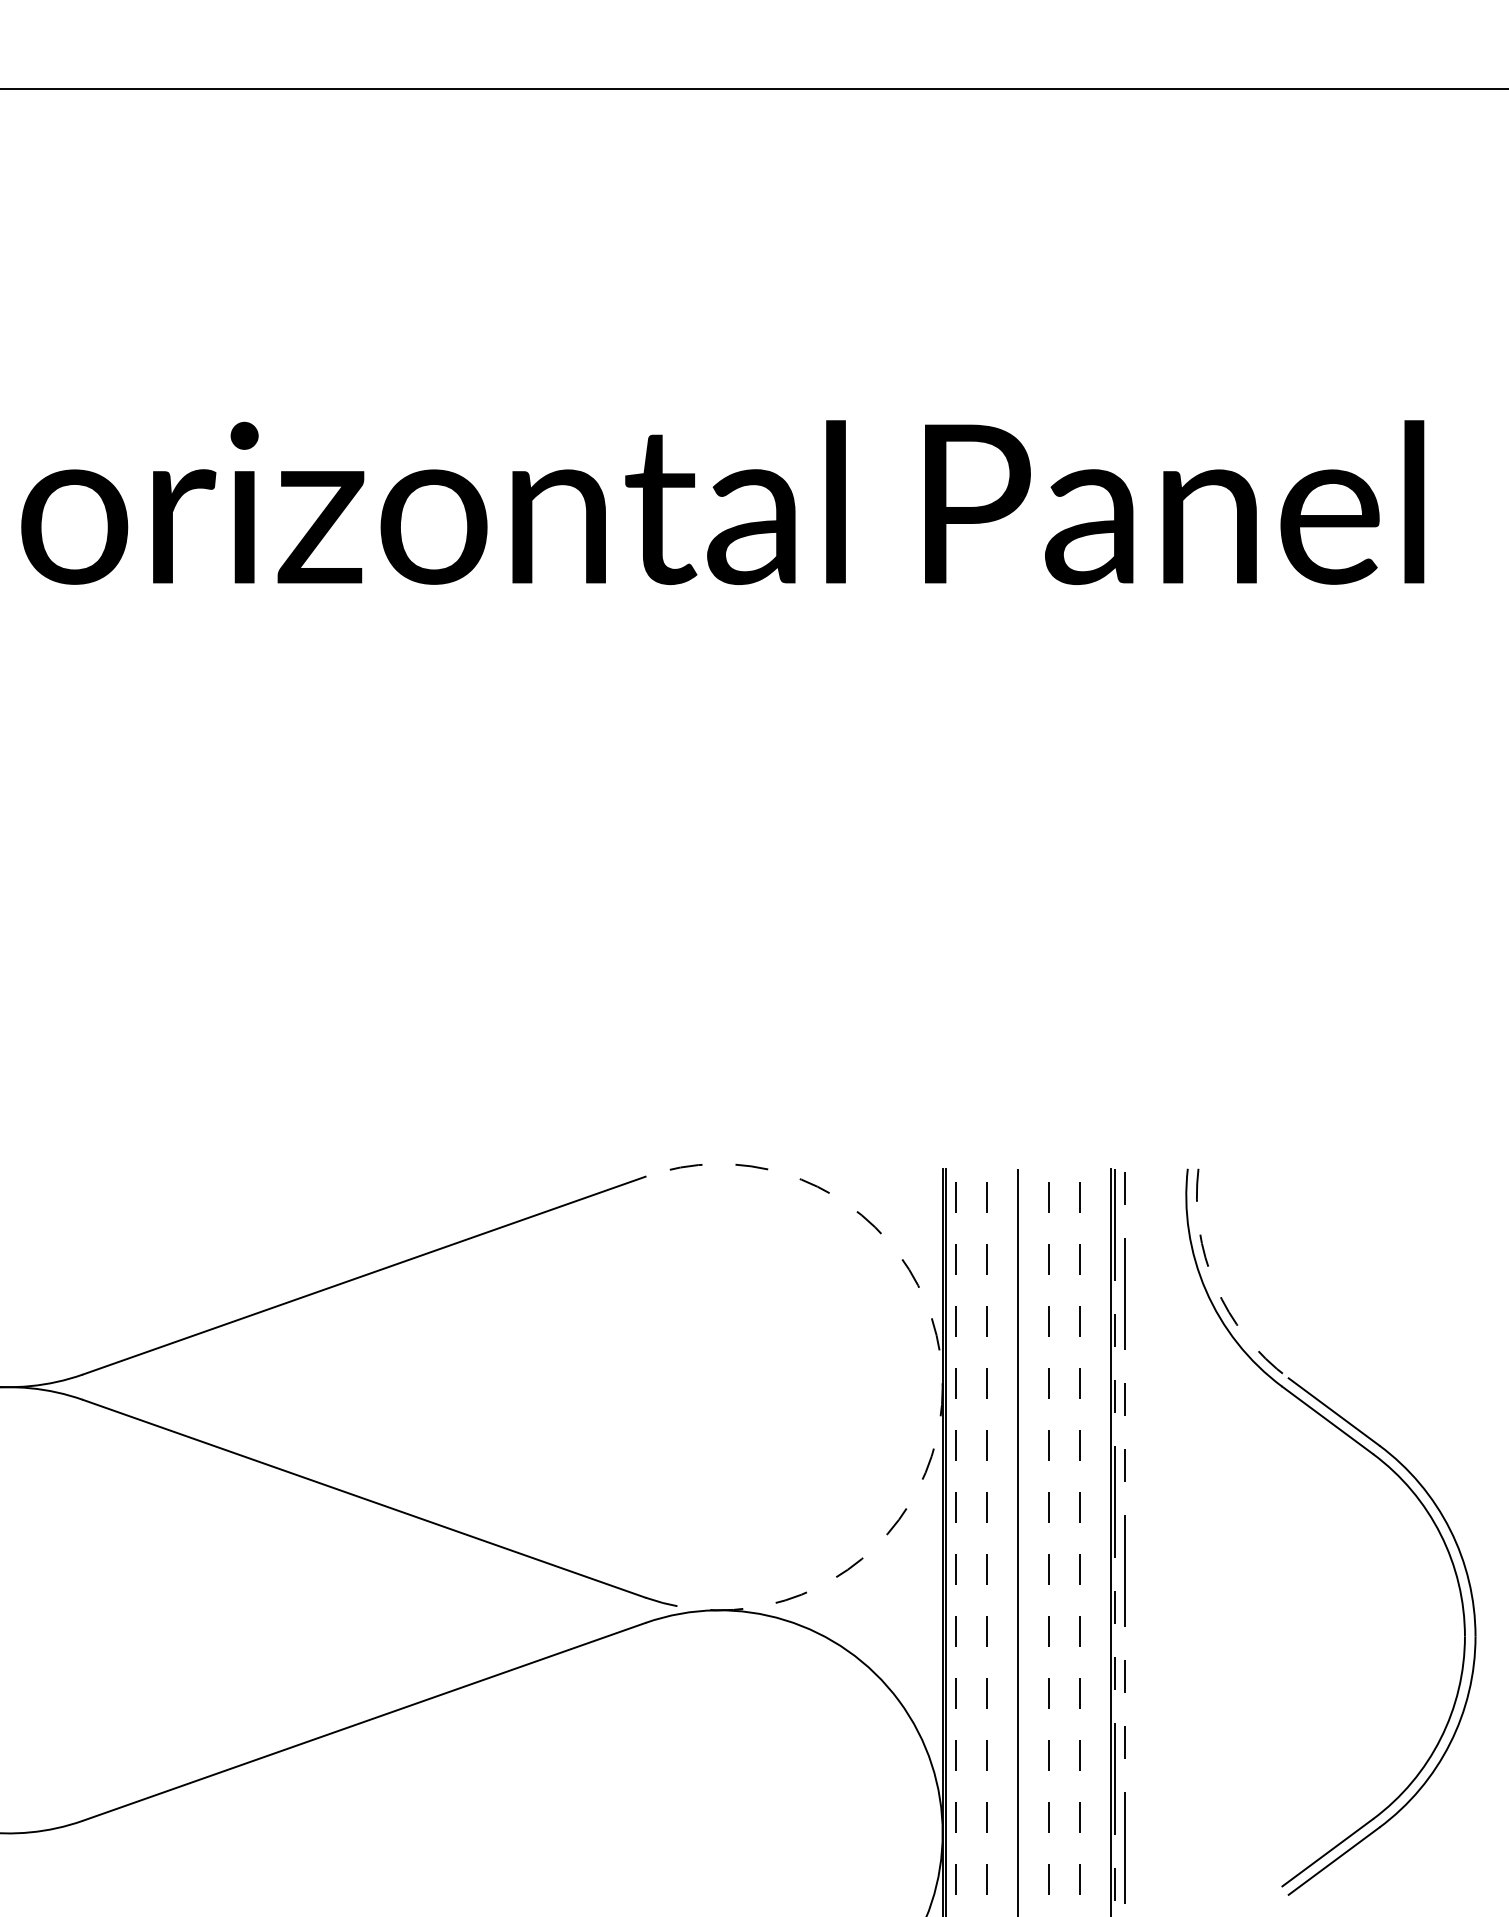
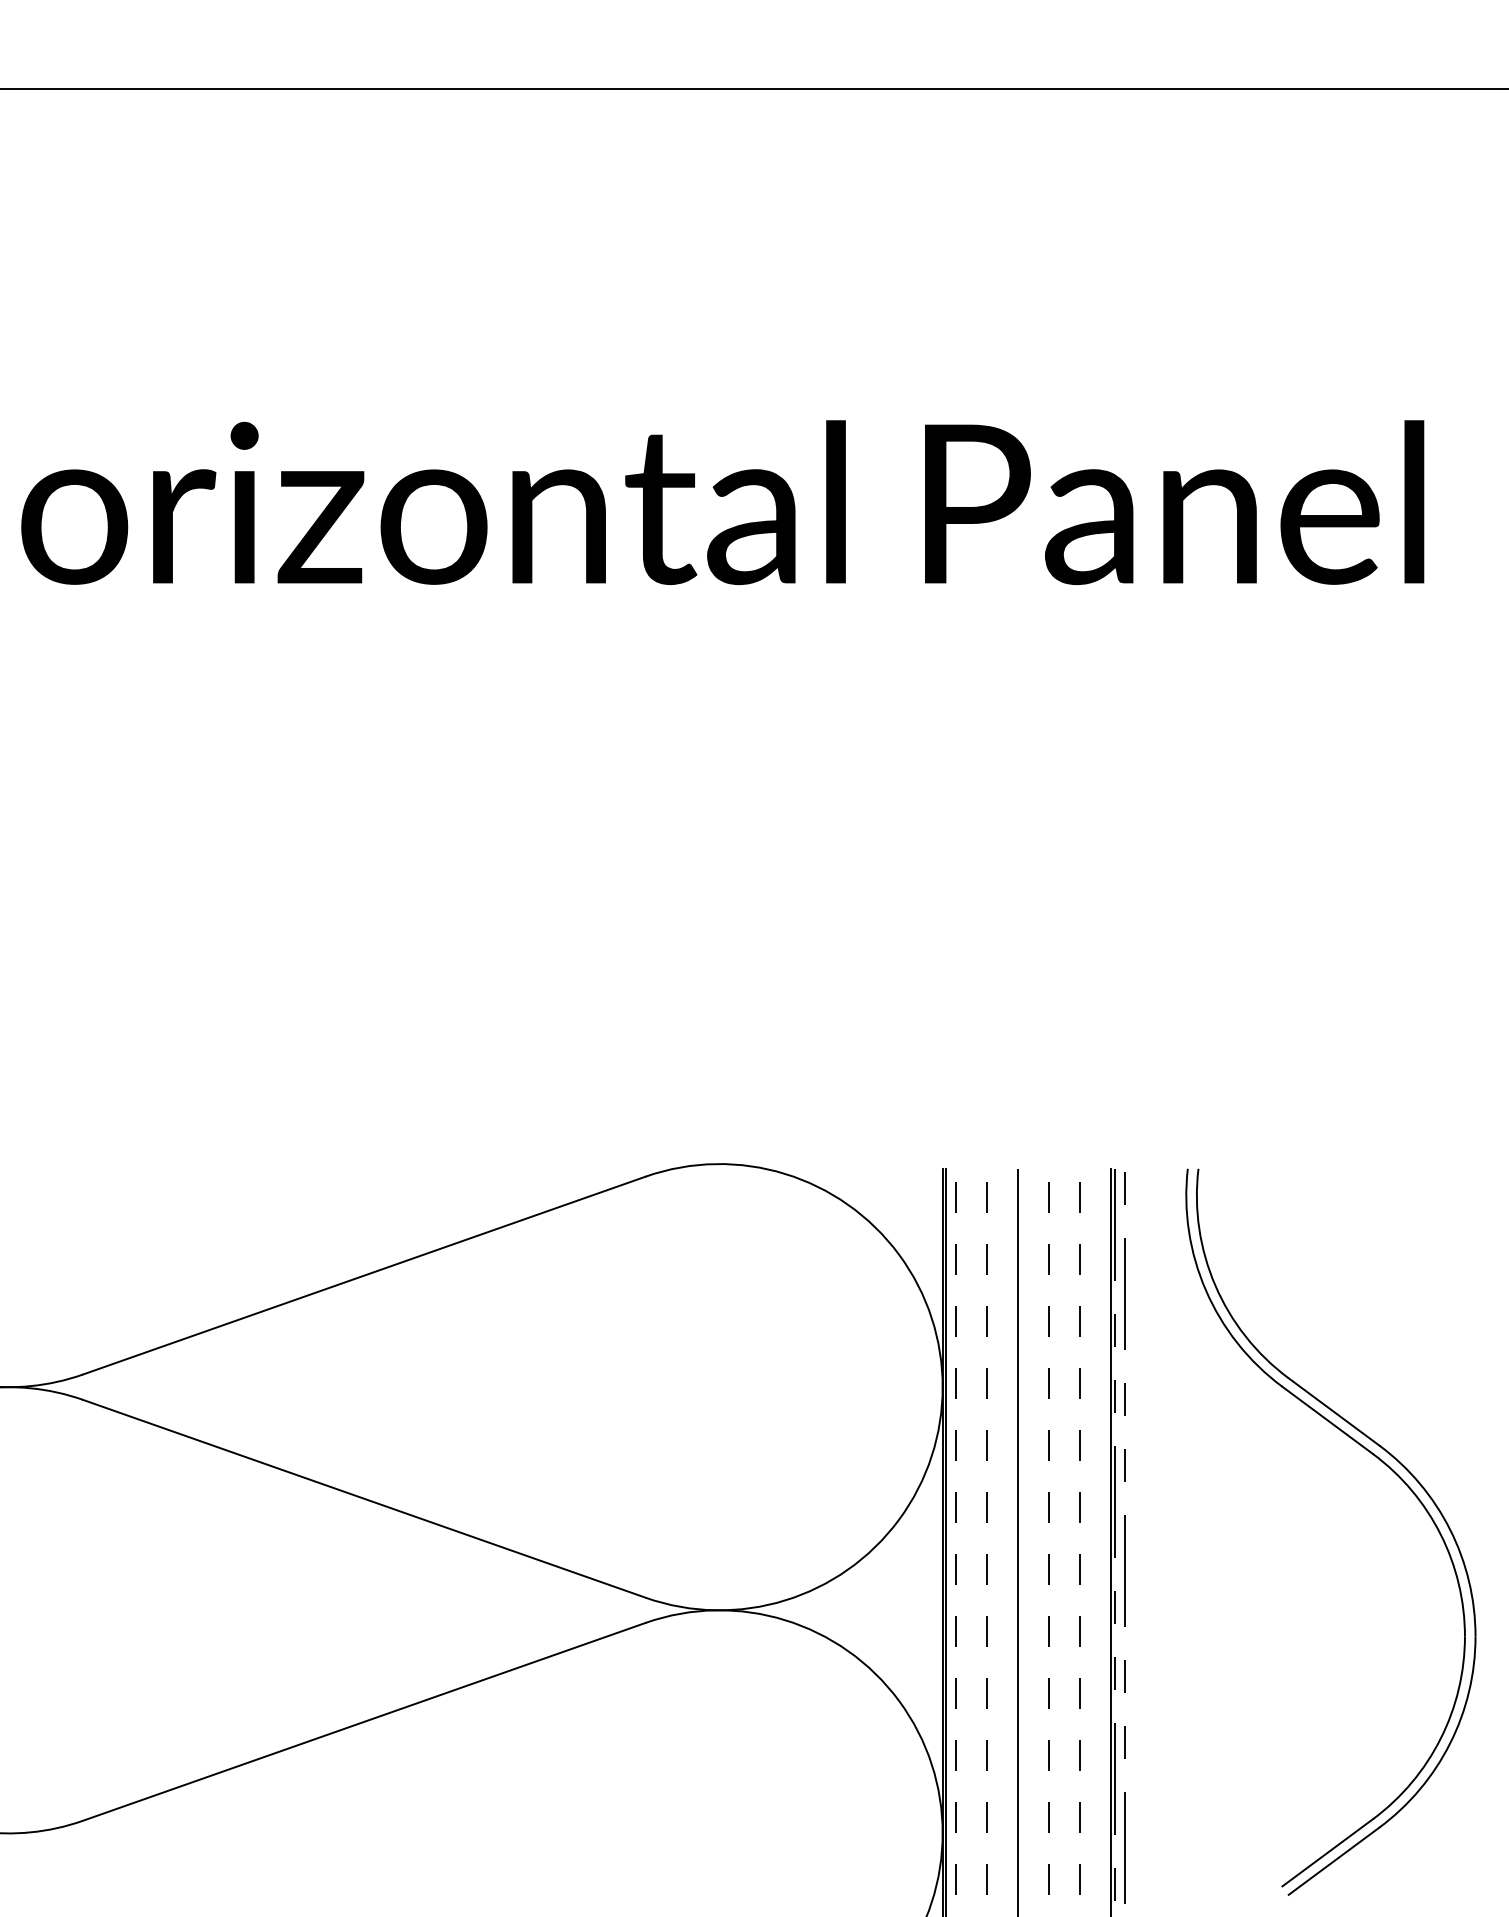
arc at (1215, 1285): dashed -> solid
arc at (942, 1387): dashed -> solid
